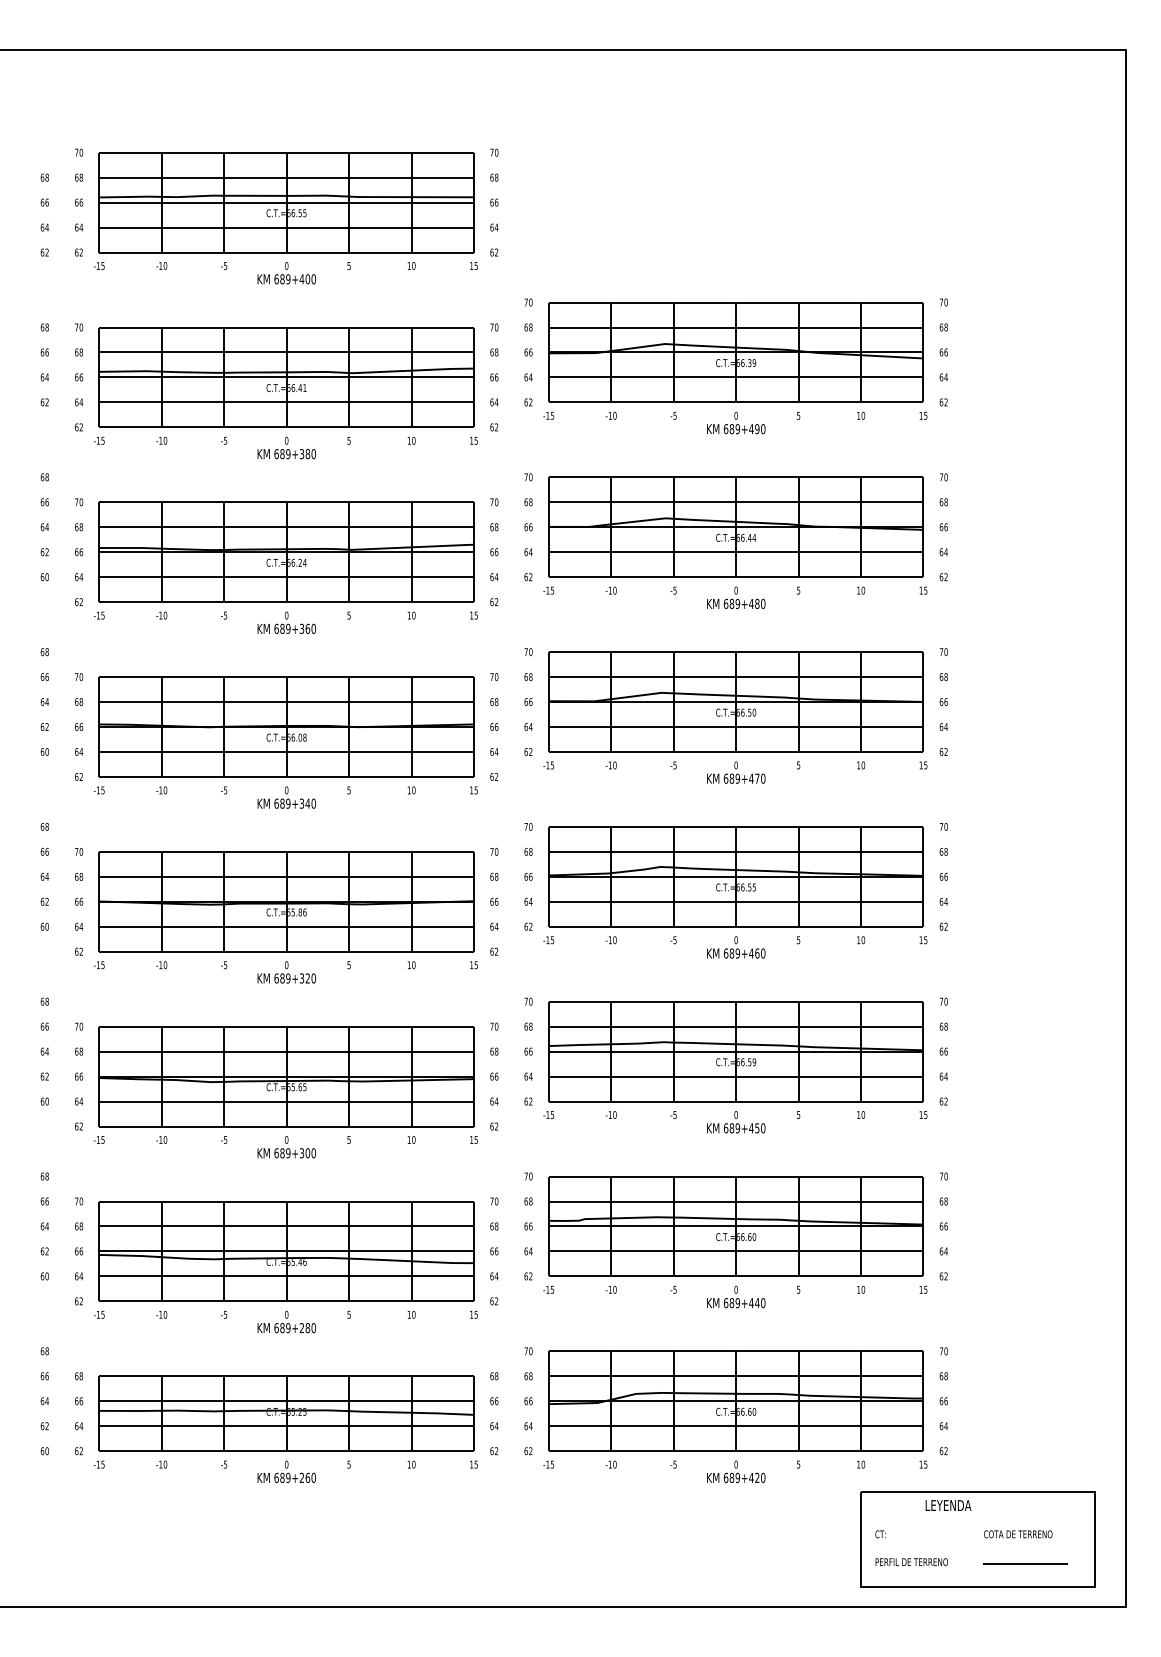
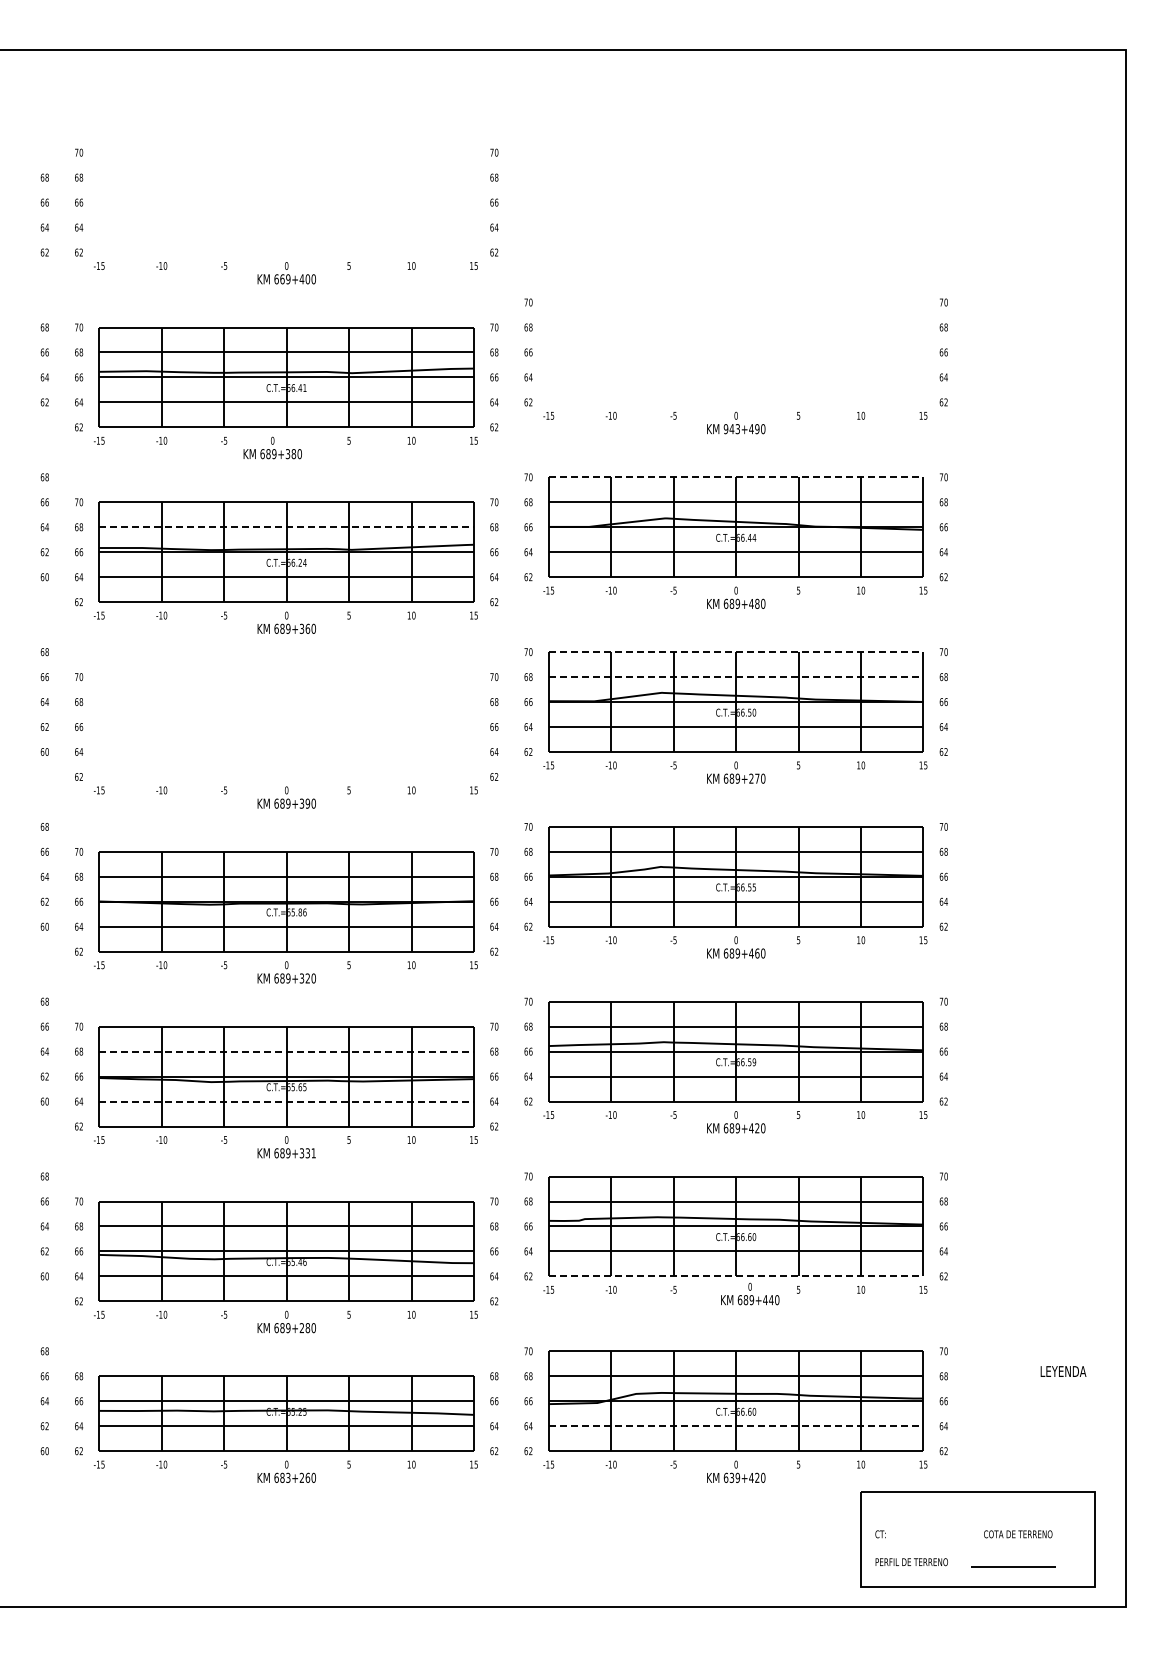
part at (286, 202): present -> none
text at (282, 279): 689+400 -> 669+400
part at (735, 352): present -> none
text at (731, 429): 689+490 -> 943+490
text at (286, 447) position: (286, 447) -> (272, 447)
line at (736, 477): solid -> dashed
line at (287, 527): solid -> dashed
line at (736, 652): solid -> dashed
line at (736, 677): solid -> dashed
part at (286, 726): present -> none
text at (751, 778): 689+470 -> 689+270
text at (307, 803): 689+340 -> 689+390
line at (287, 1051): solid -> dashed
line at (287, 1101): solid -> dashed
text at (757, 1128): 689+450 -> 689+420
text at (310, 1153): 689+300 -> 689+331
line at (736, 1276): solid -> dashed
text at (736, 1296) position: (736, 1296) -> (750, 1293)
line at (736, 1426): solid -> dashed
text at (288, 1477): 689+260 -> 683+260
text at (731, 1477): 689+420 -> 639+420
text at (948, 1505) position: (948, 1505) -> (1063, 1371)
line at (1025, 1563) position: (1025, 1563) -> (1013, 1566)
